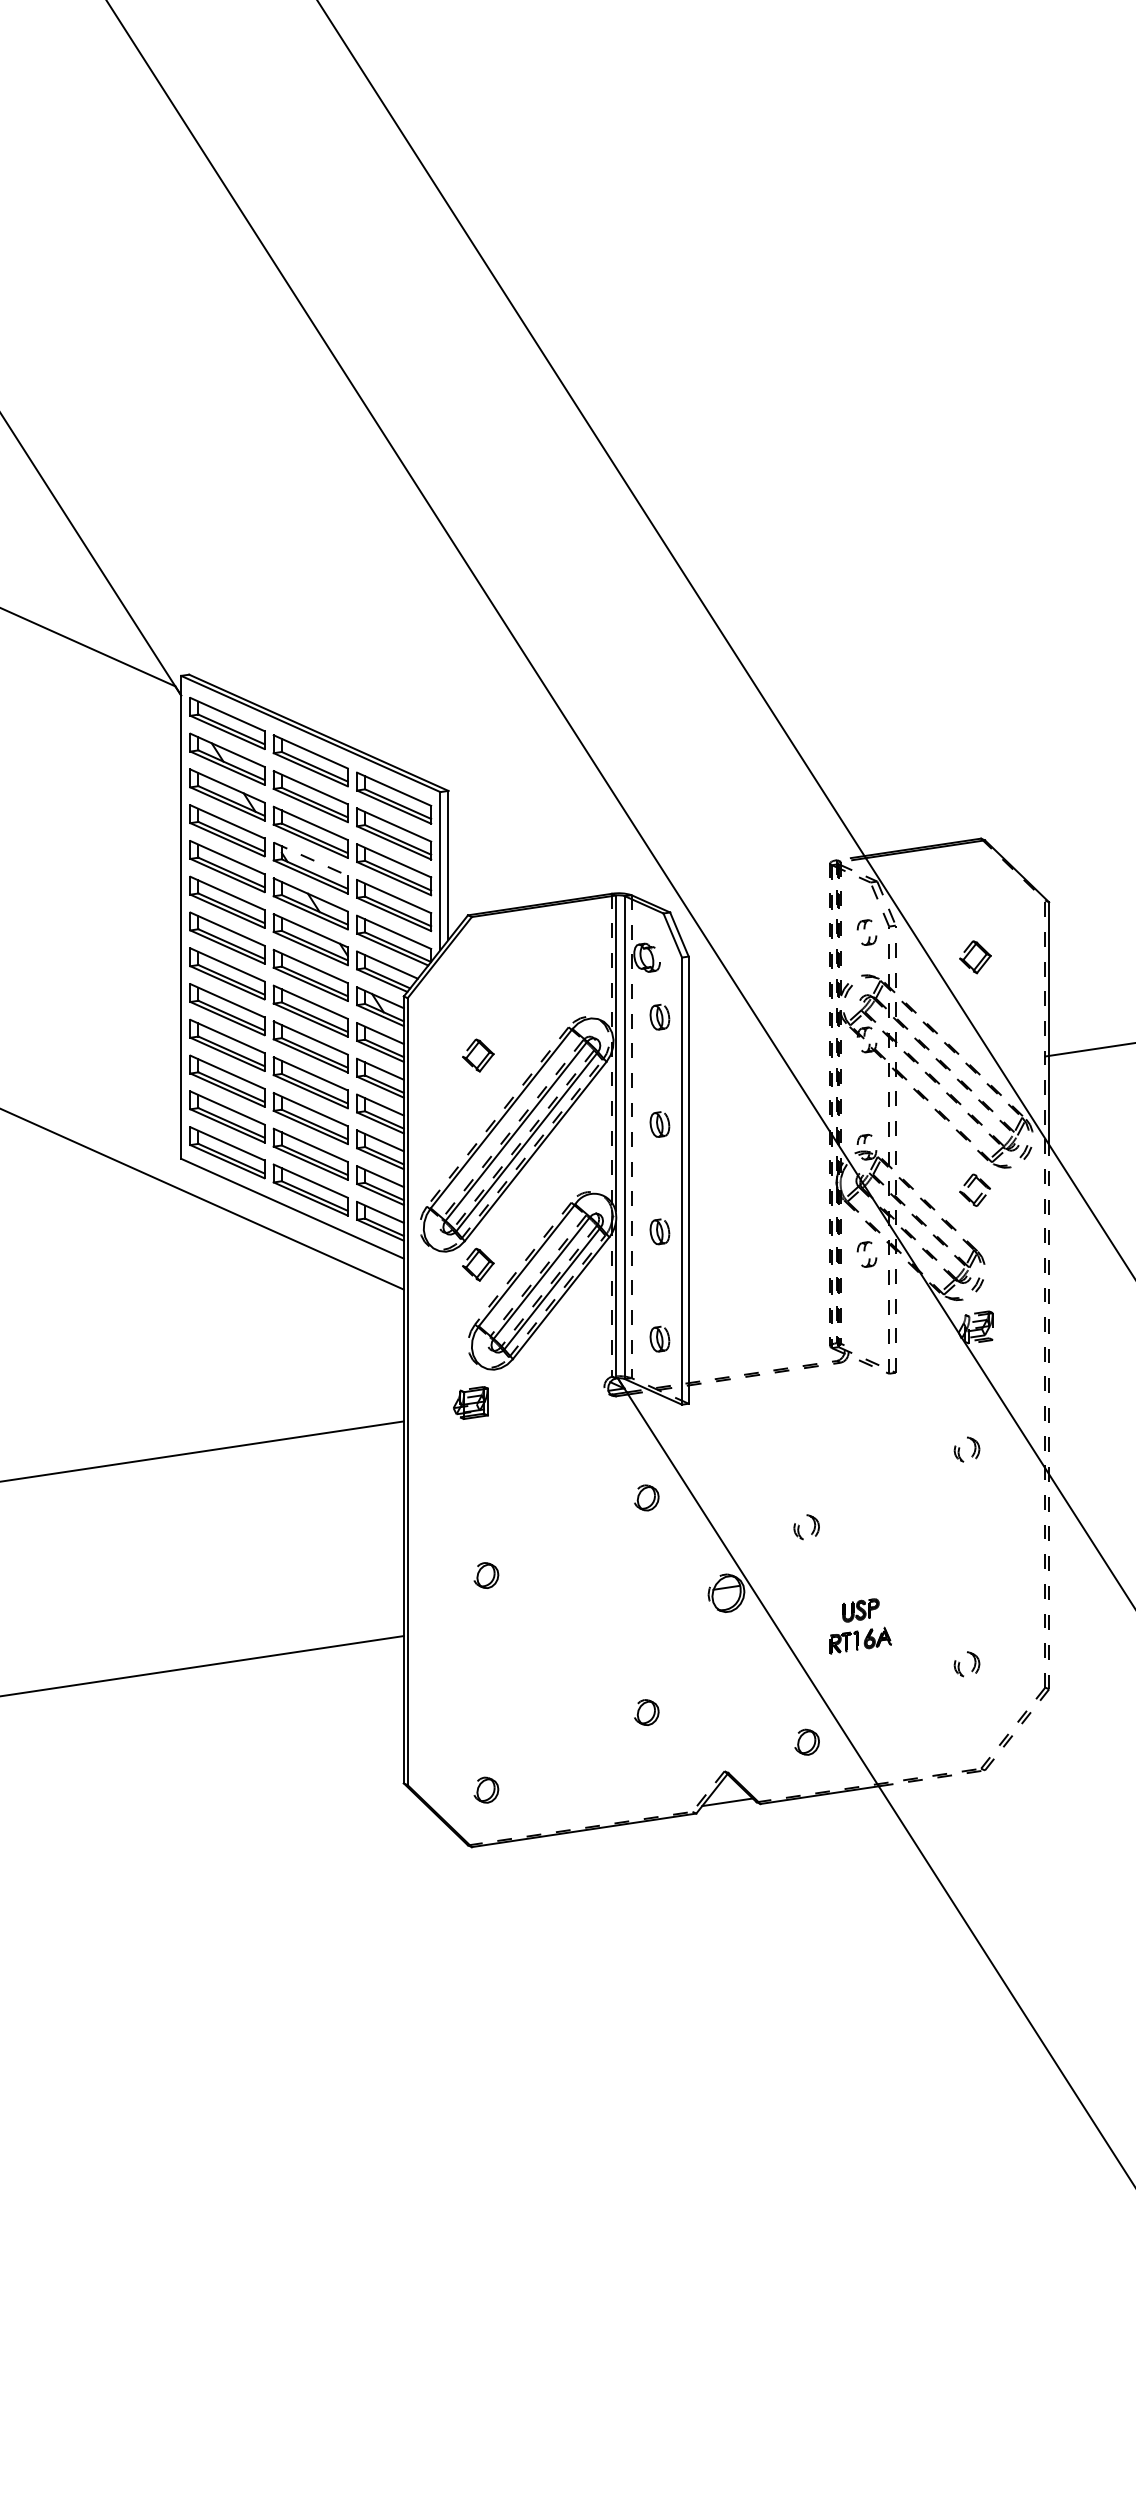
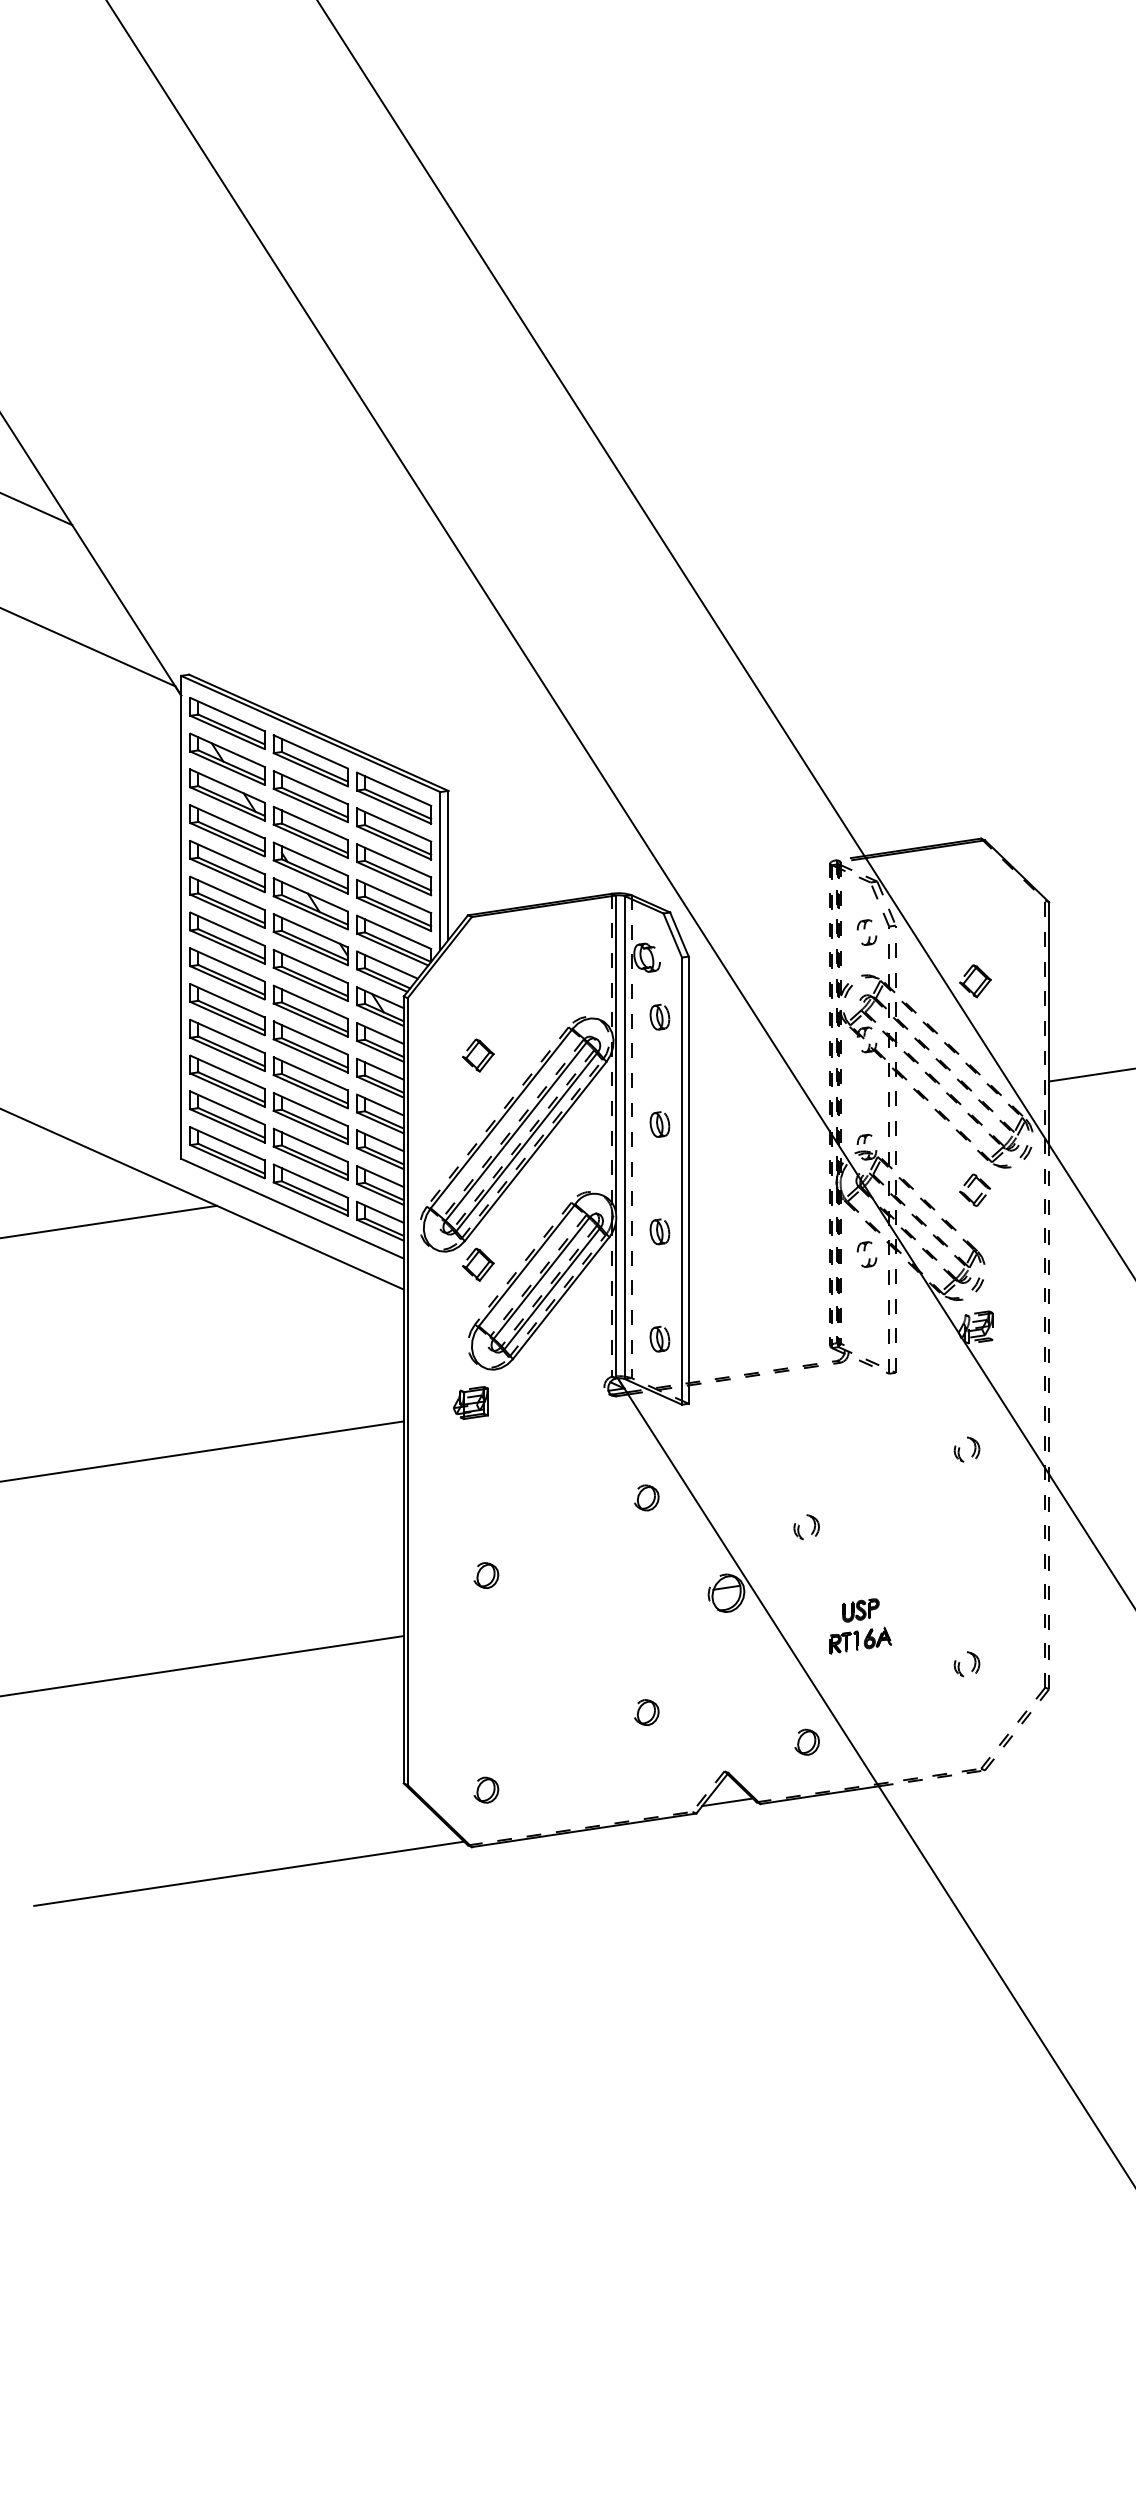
line at (37, 509): none -> present
line at (310, 859): dashed -> solid
part at (975, 957) position: (975, 957) -> (975, 981)
line at (1088, 1049) position: (1088, 1049) -> (1090, 1075)
line at (109, 1221): none -> present
line at (249, 1873): none -> present
